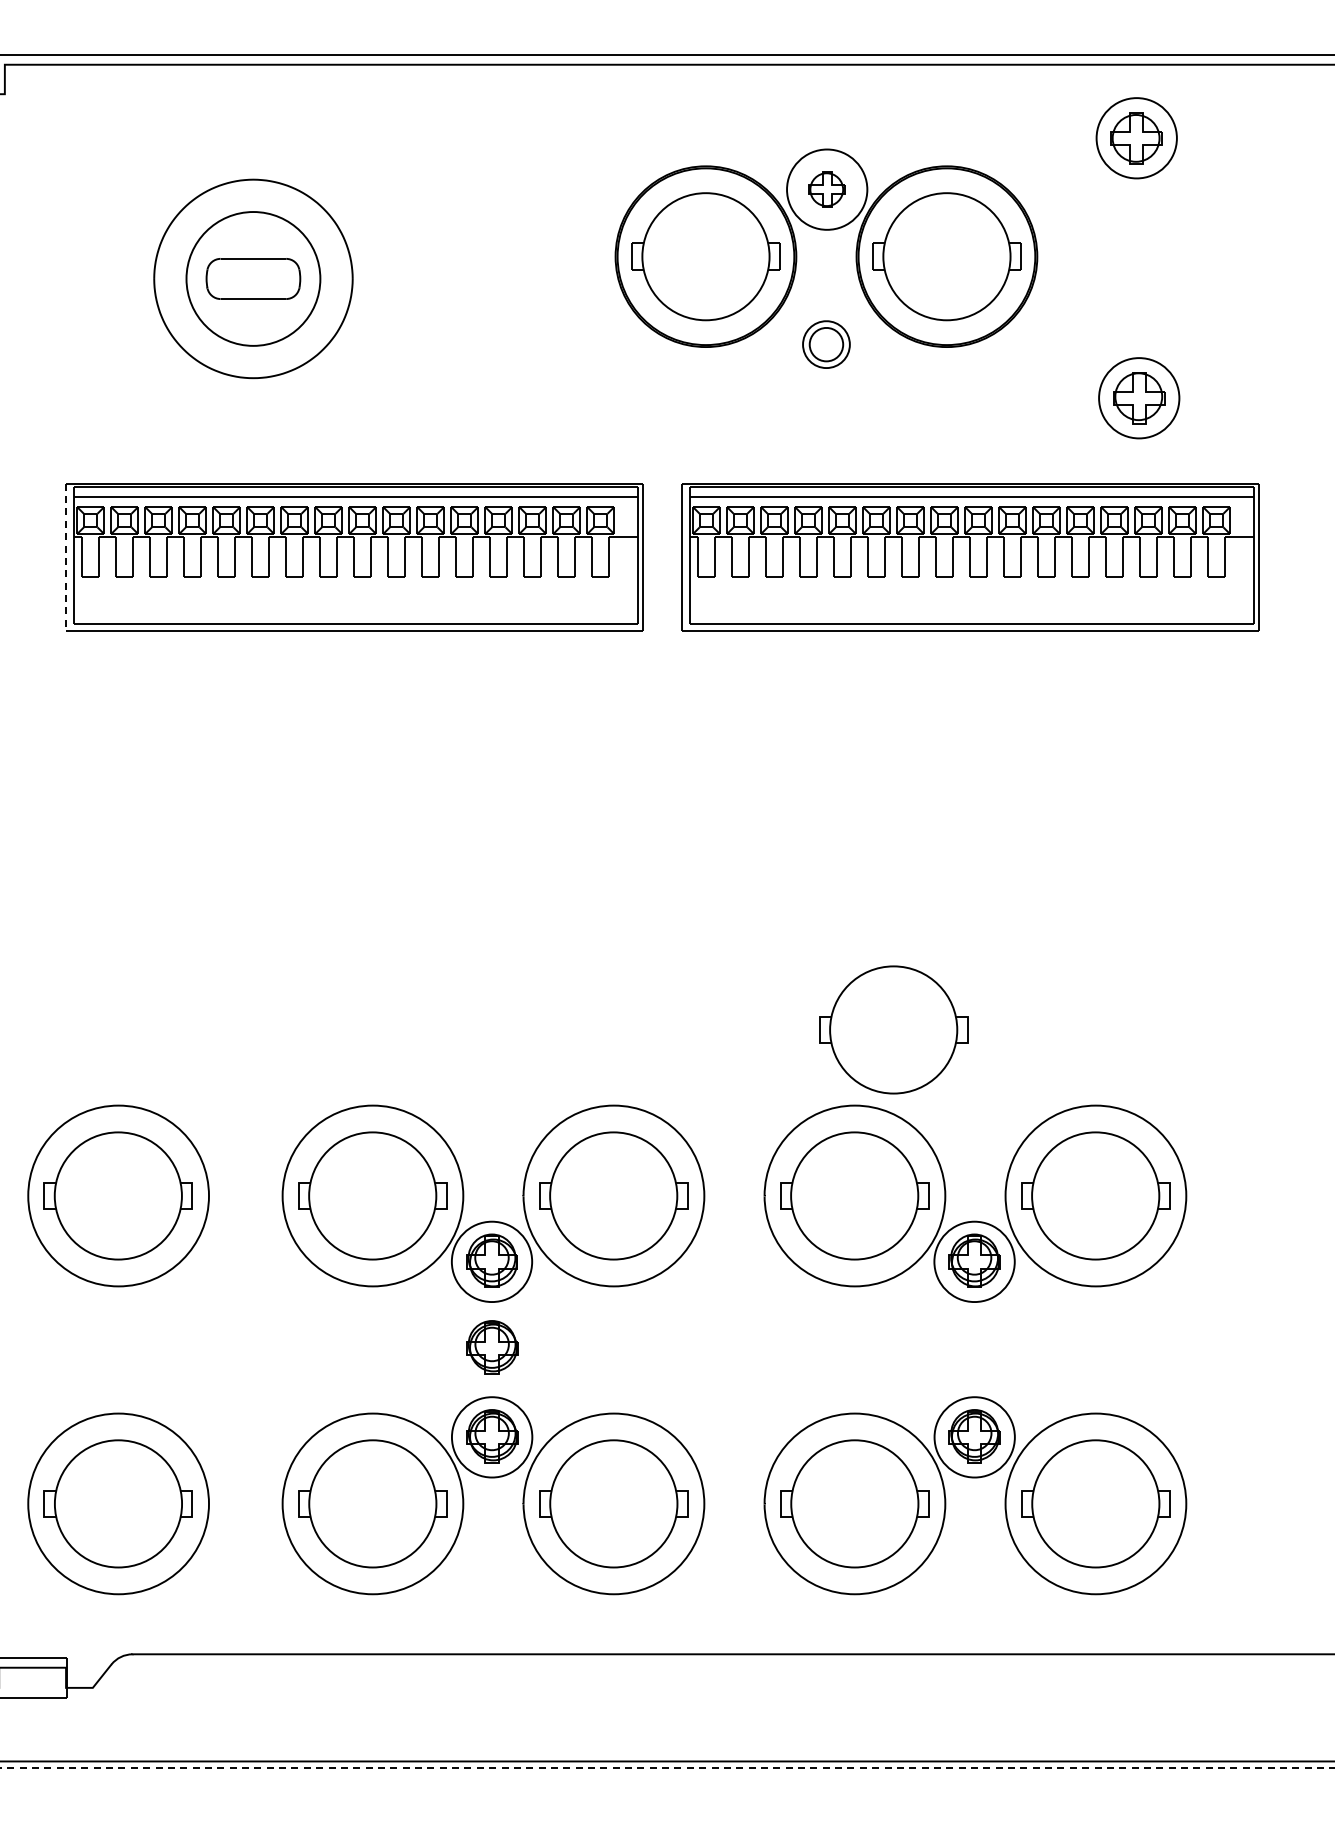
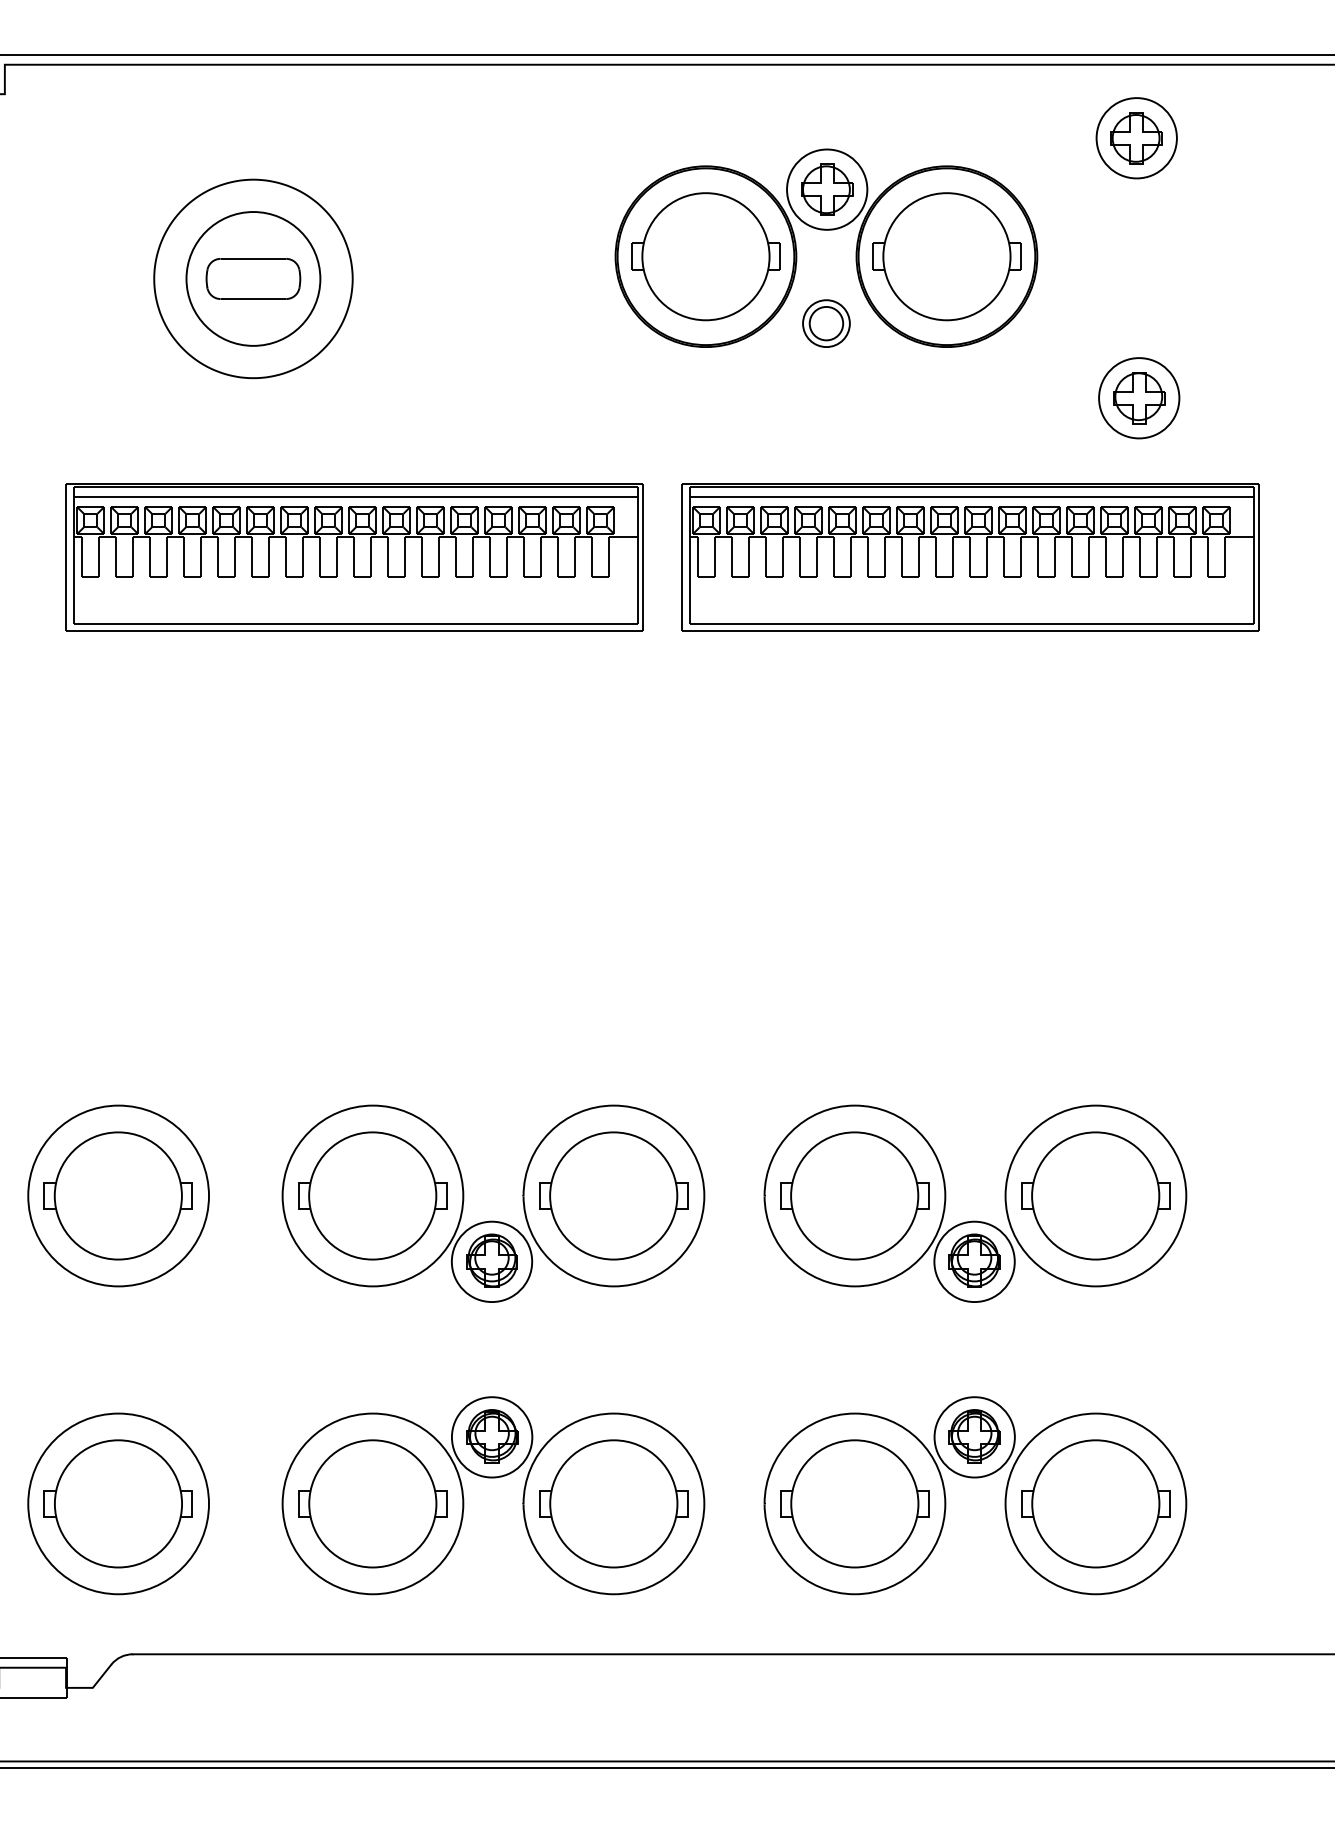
part at (826, 189) size: 38x37 px -> 53x53 px
part at (826, 344) position: (826, 344) -> (826, 323)
line at (65, 557): dashed -> solid
part at (893, 1029): present -> none
part at (492, 1347): present -> none
line at (667, 1768): dashed -> solid
